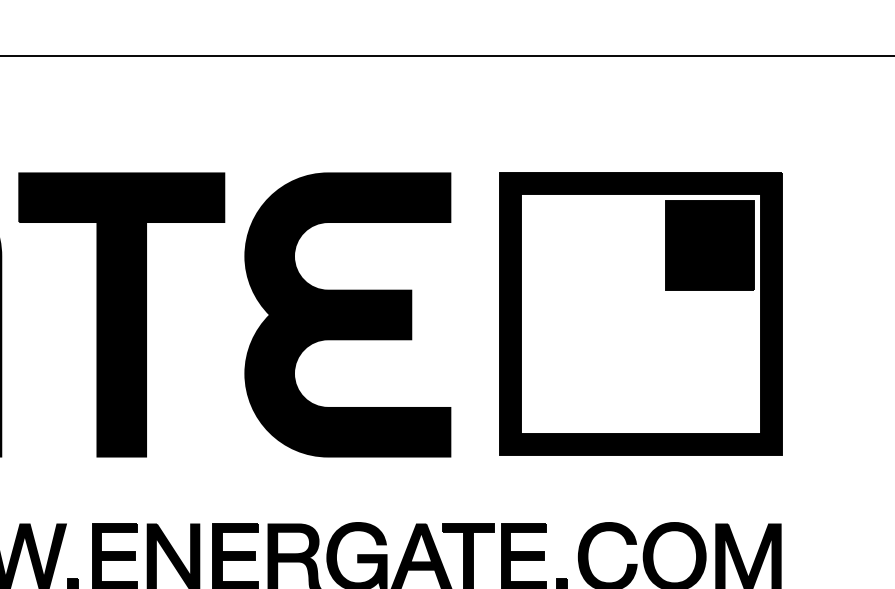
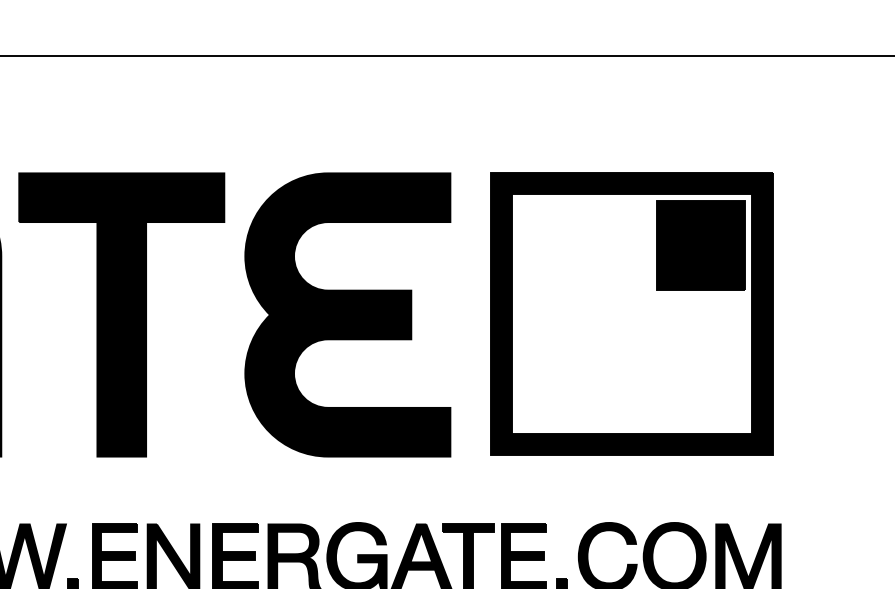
part at (640, 313) position: (640, 313) -> (631, 313)
